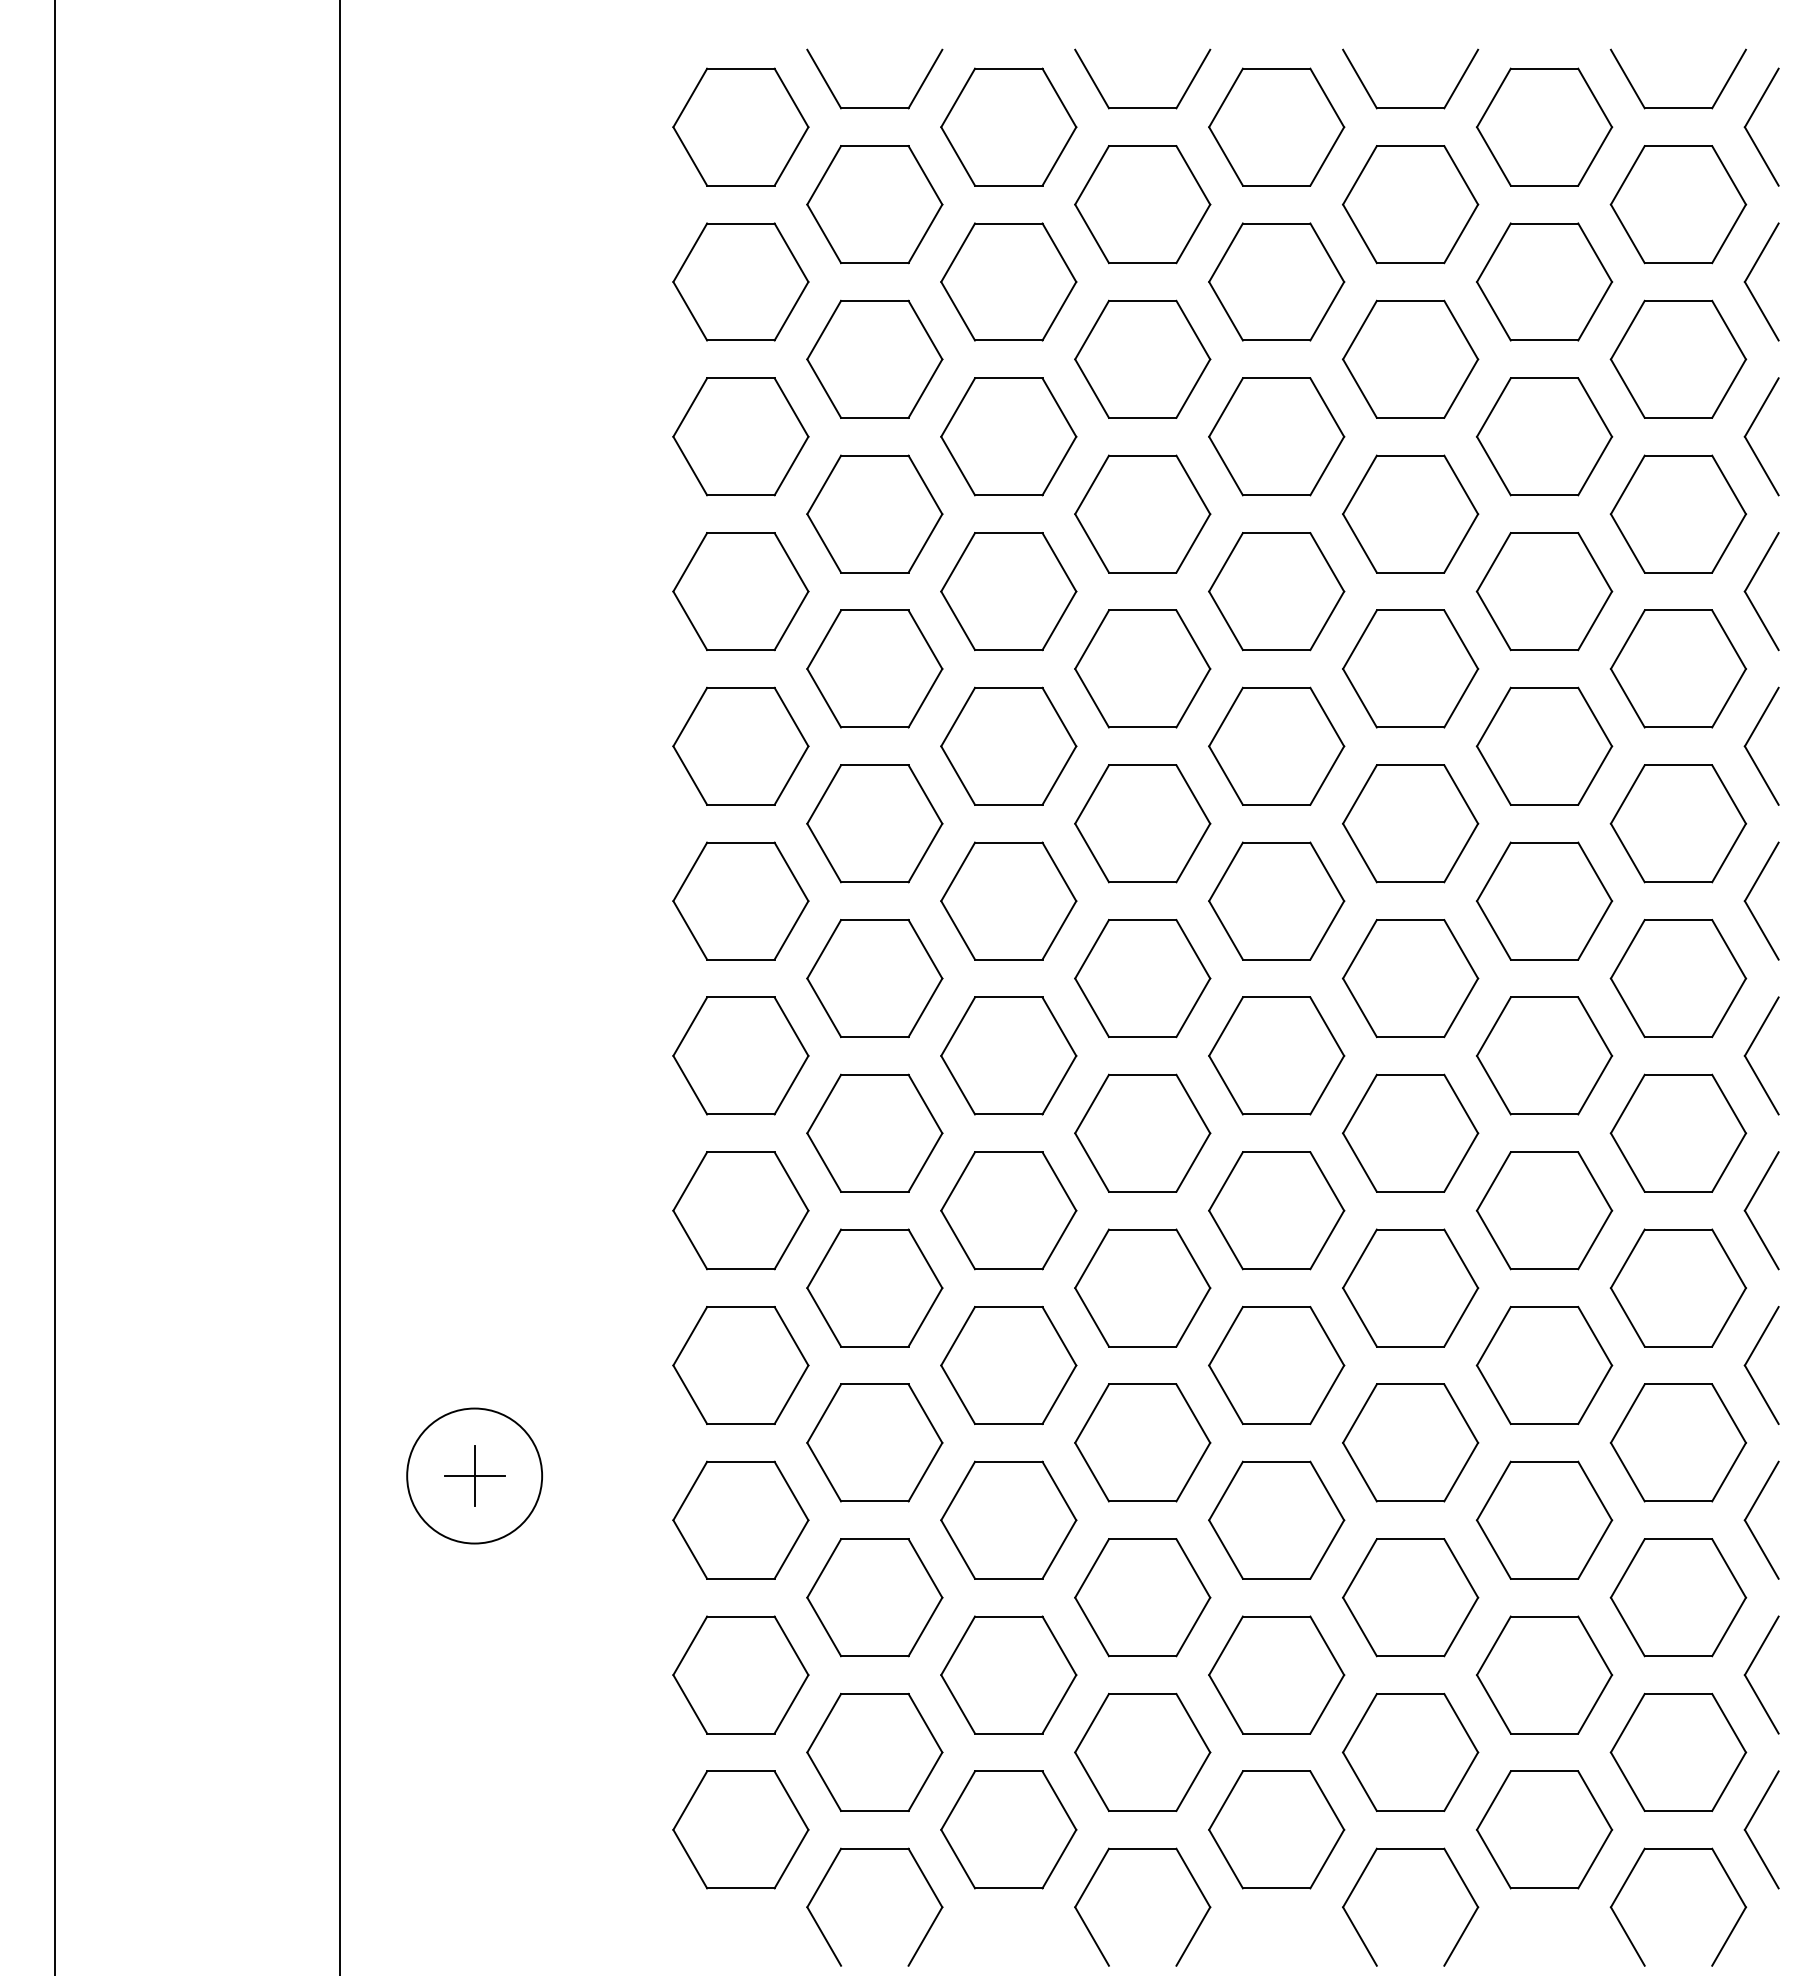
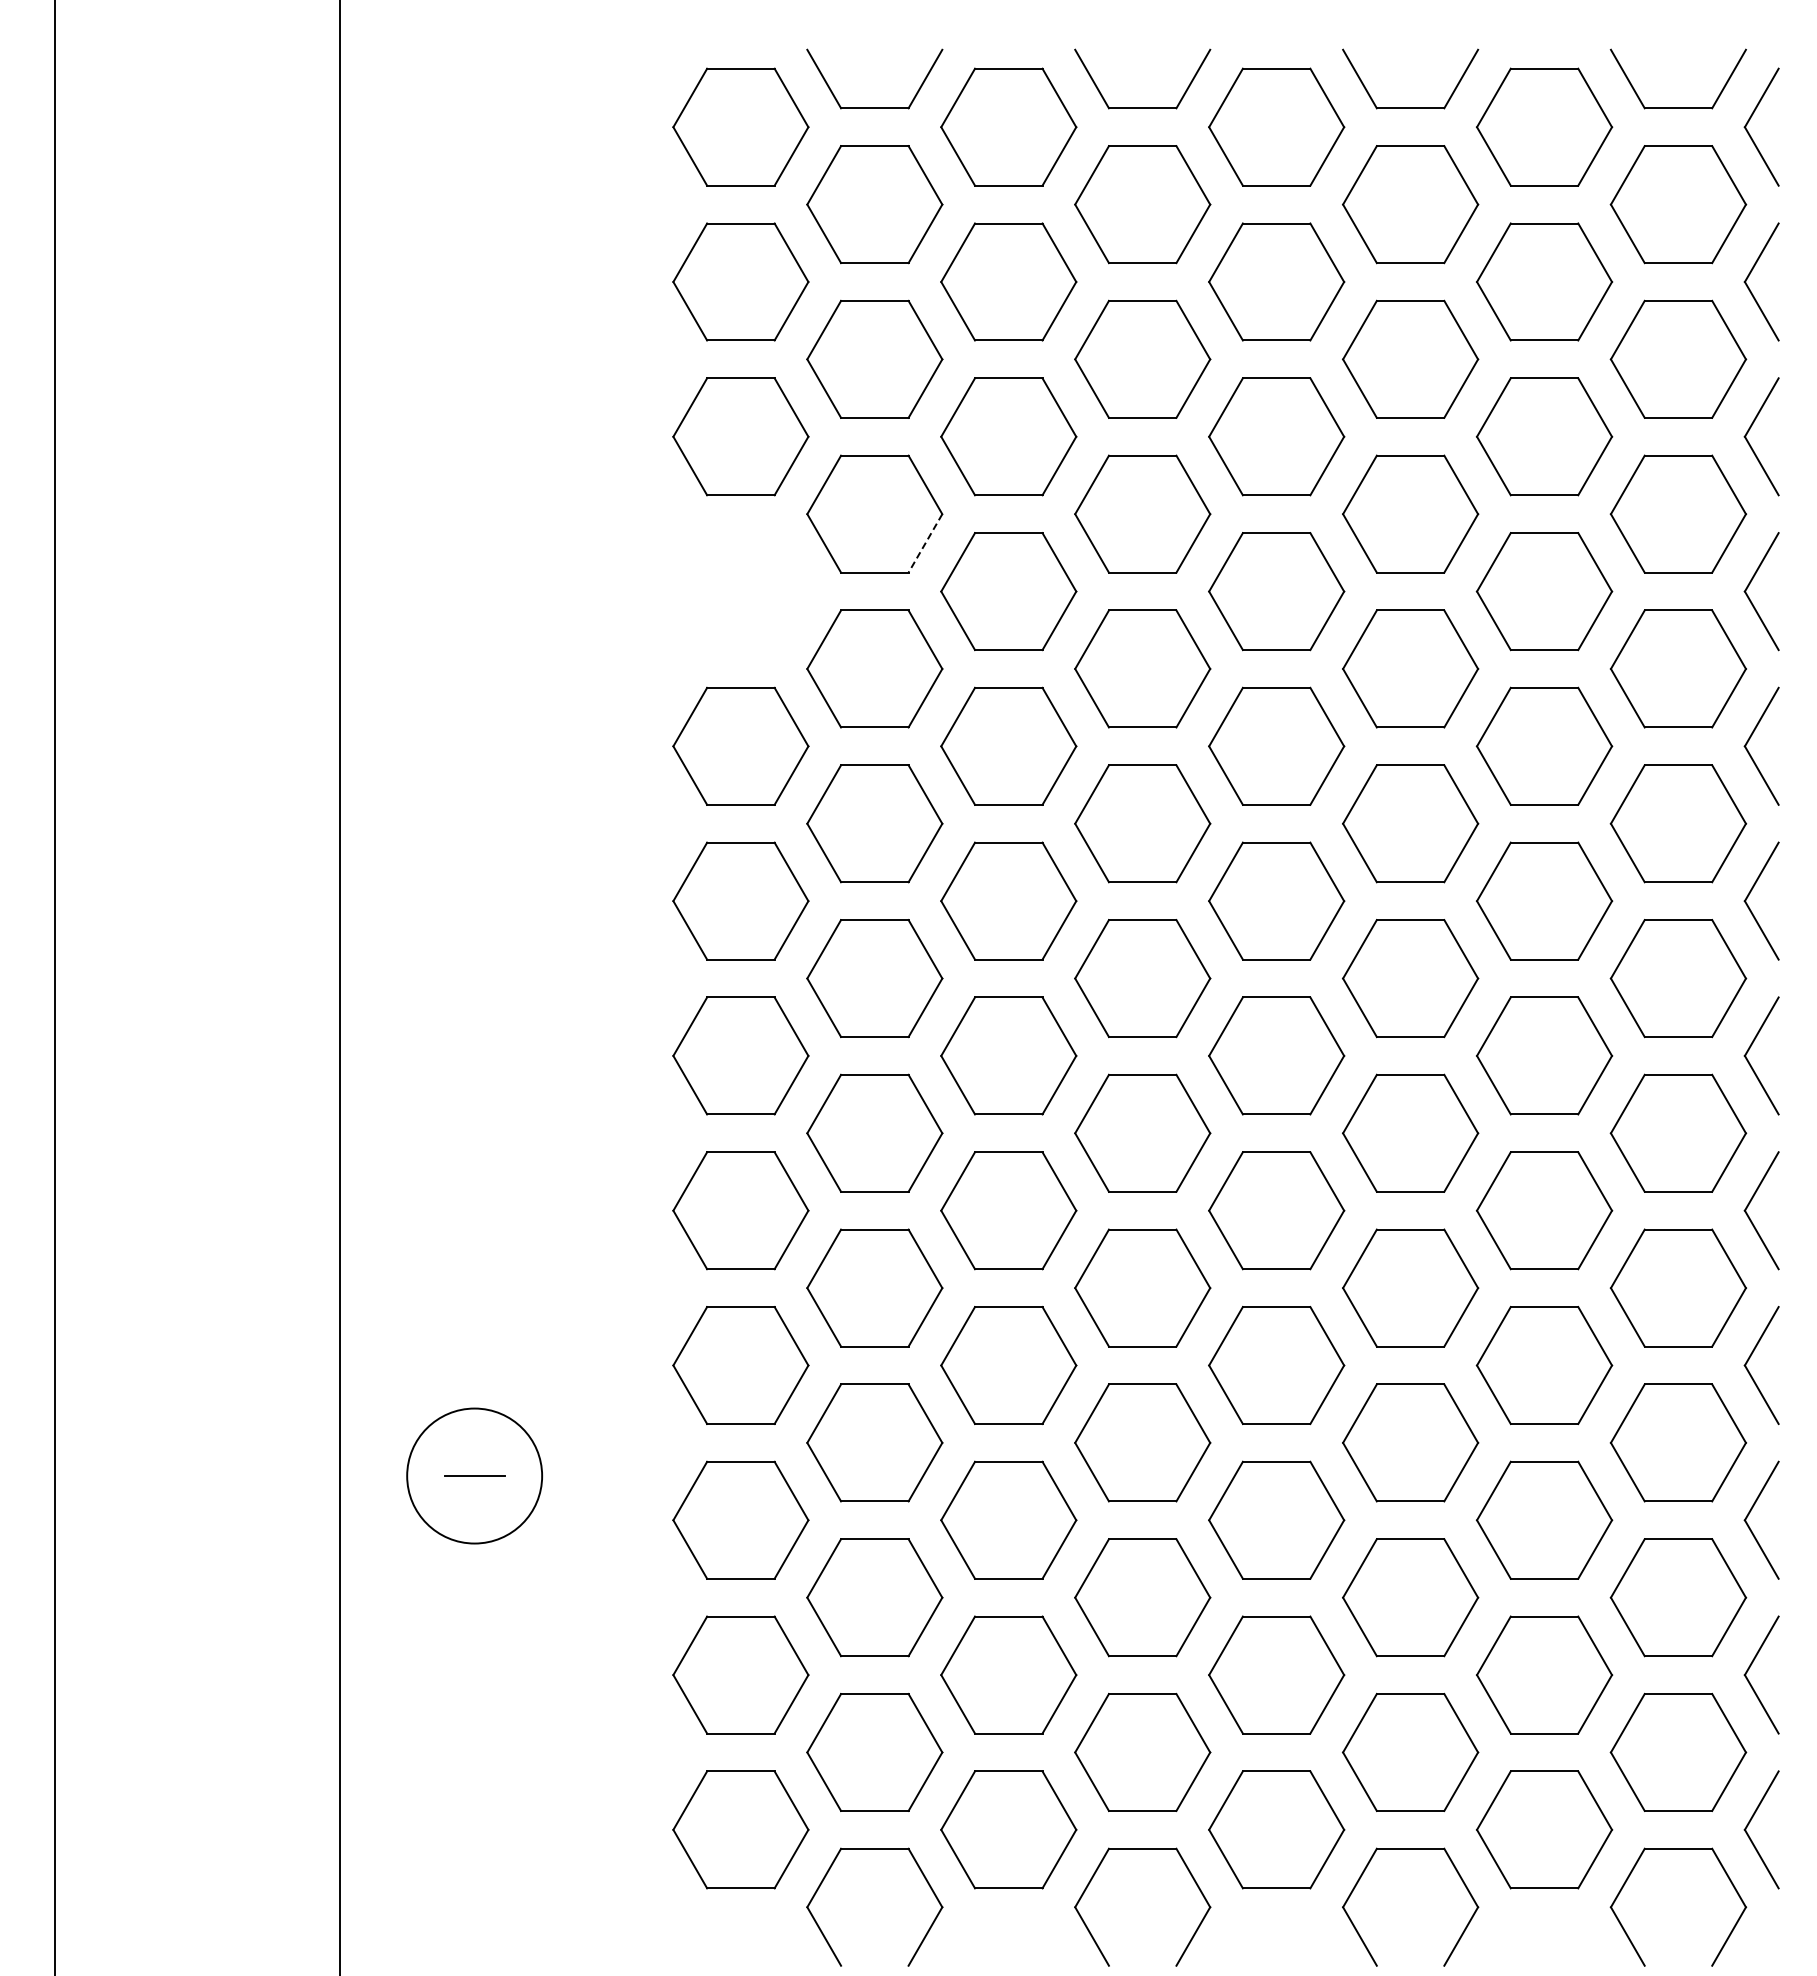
line at (925, 543): solid -> dashed
part at (740, 591): present -> none
line at (474, 1476): present -> none
